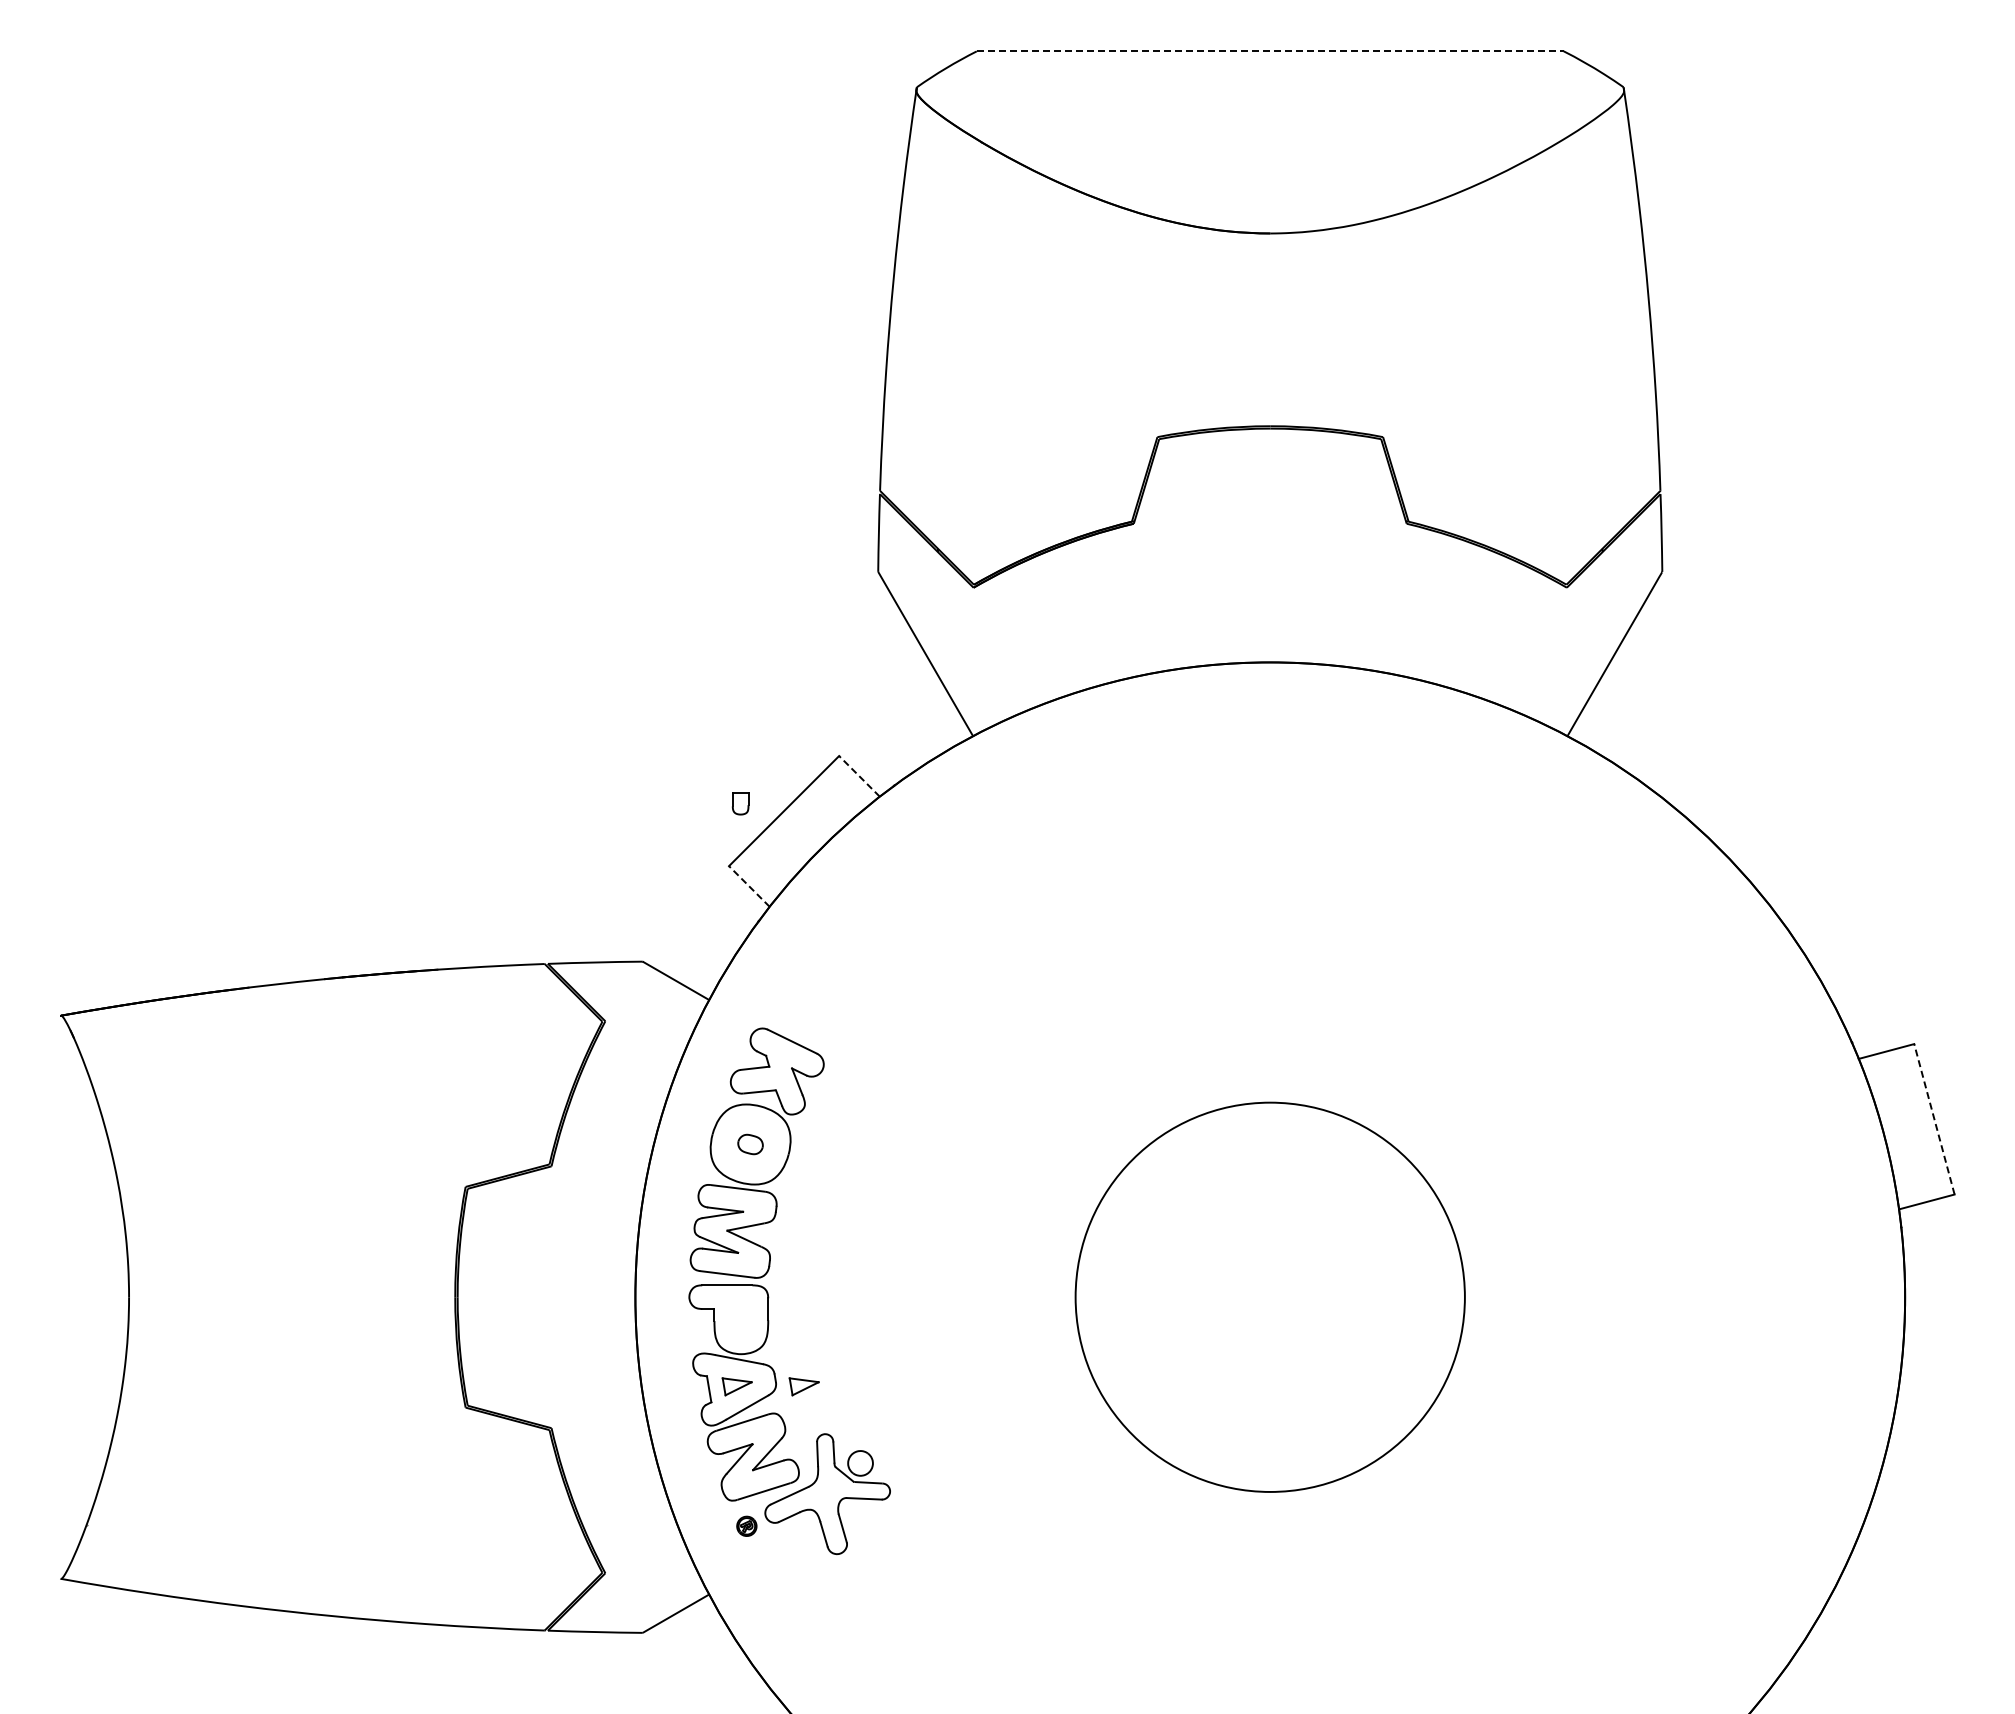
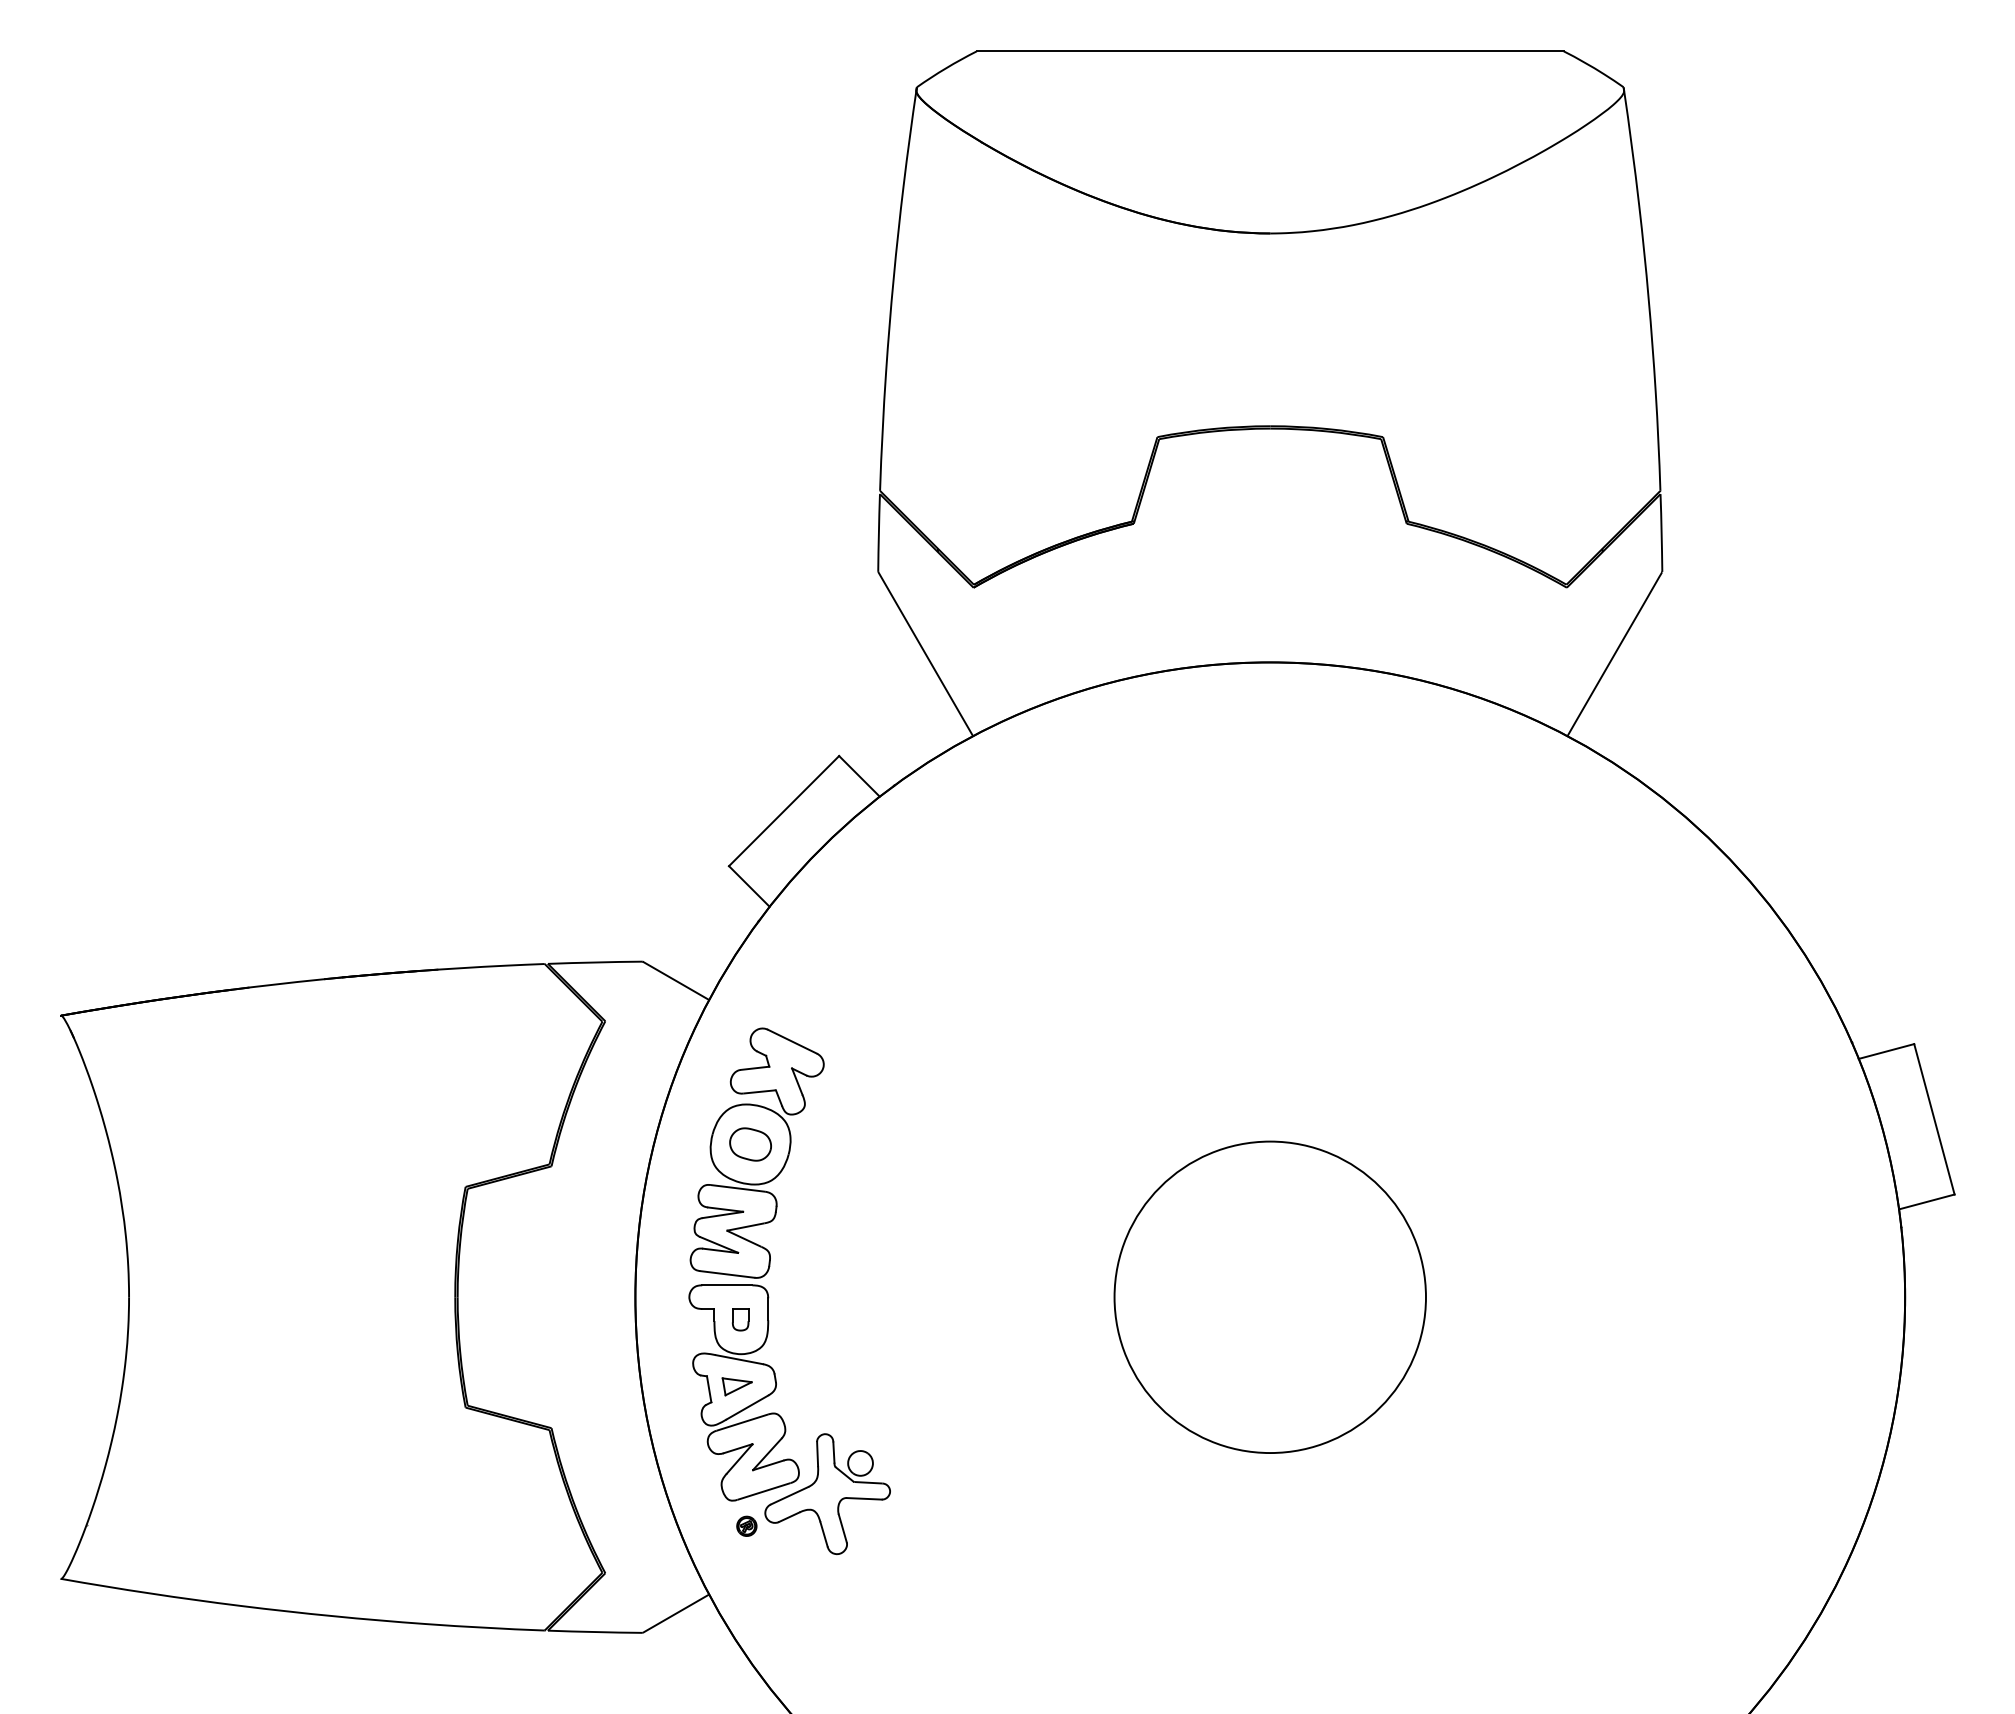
line at (1270, 51): dashed -> solid
line at (859, 776): dashed -> solid
part at (740, 803) position: (740, 803) -> (740, 1319)
line at (749, 886): dashed -> solid
line at (1934, 1119): dashed -> solid
part at (750, 1144) size: 27x23 px -> 43x35 px
circle at (1269, 1296) diameter: 389 px -> 311 px
part at (803, 1386): present -> none
